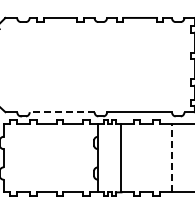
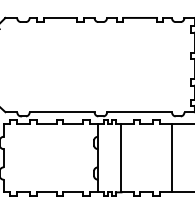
line at (61, 112): dashed -> solid
line at (171, 157): dashed -> solid
